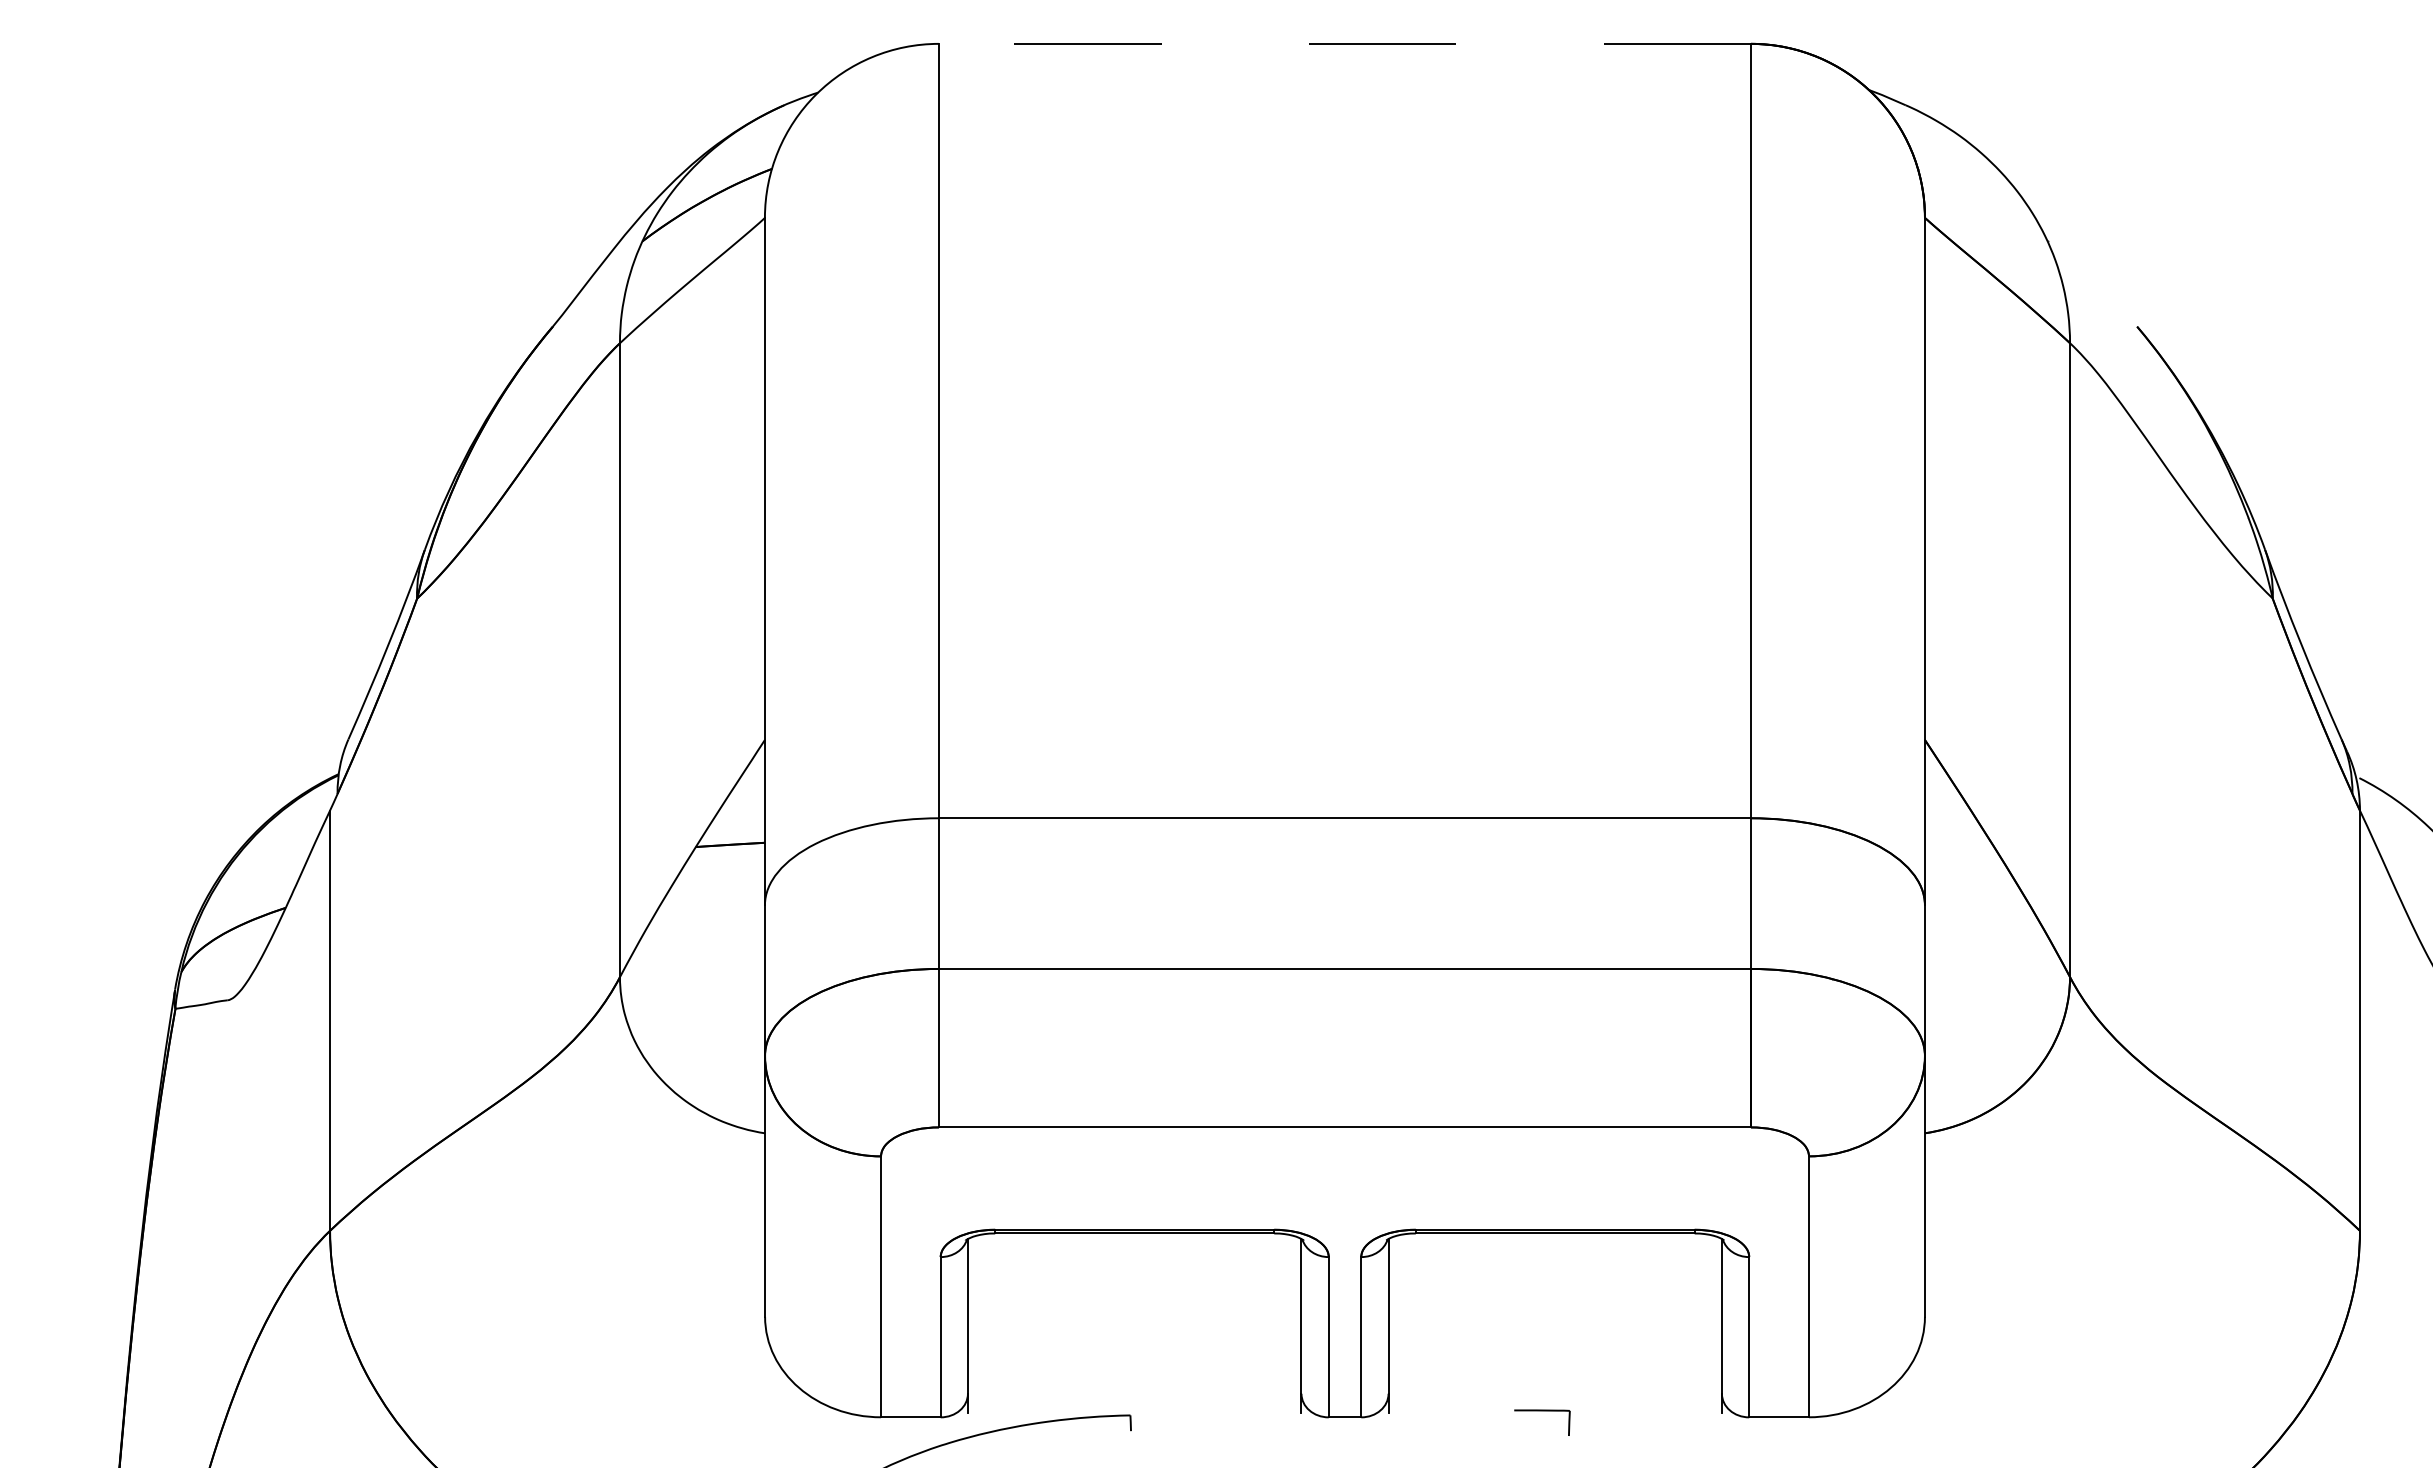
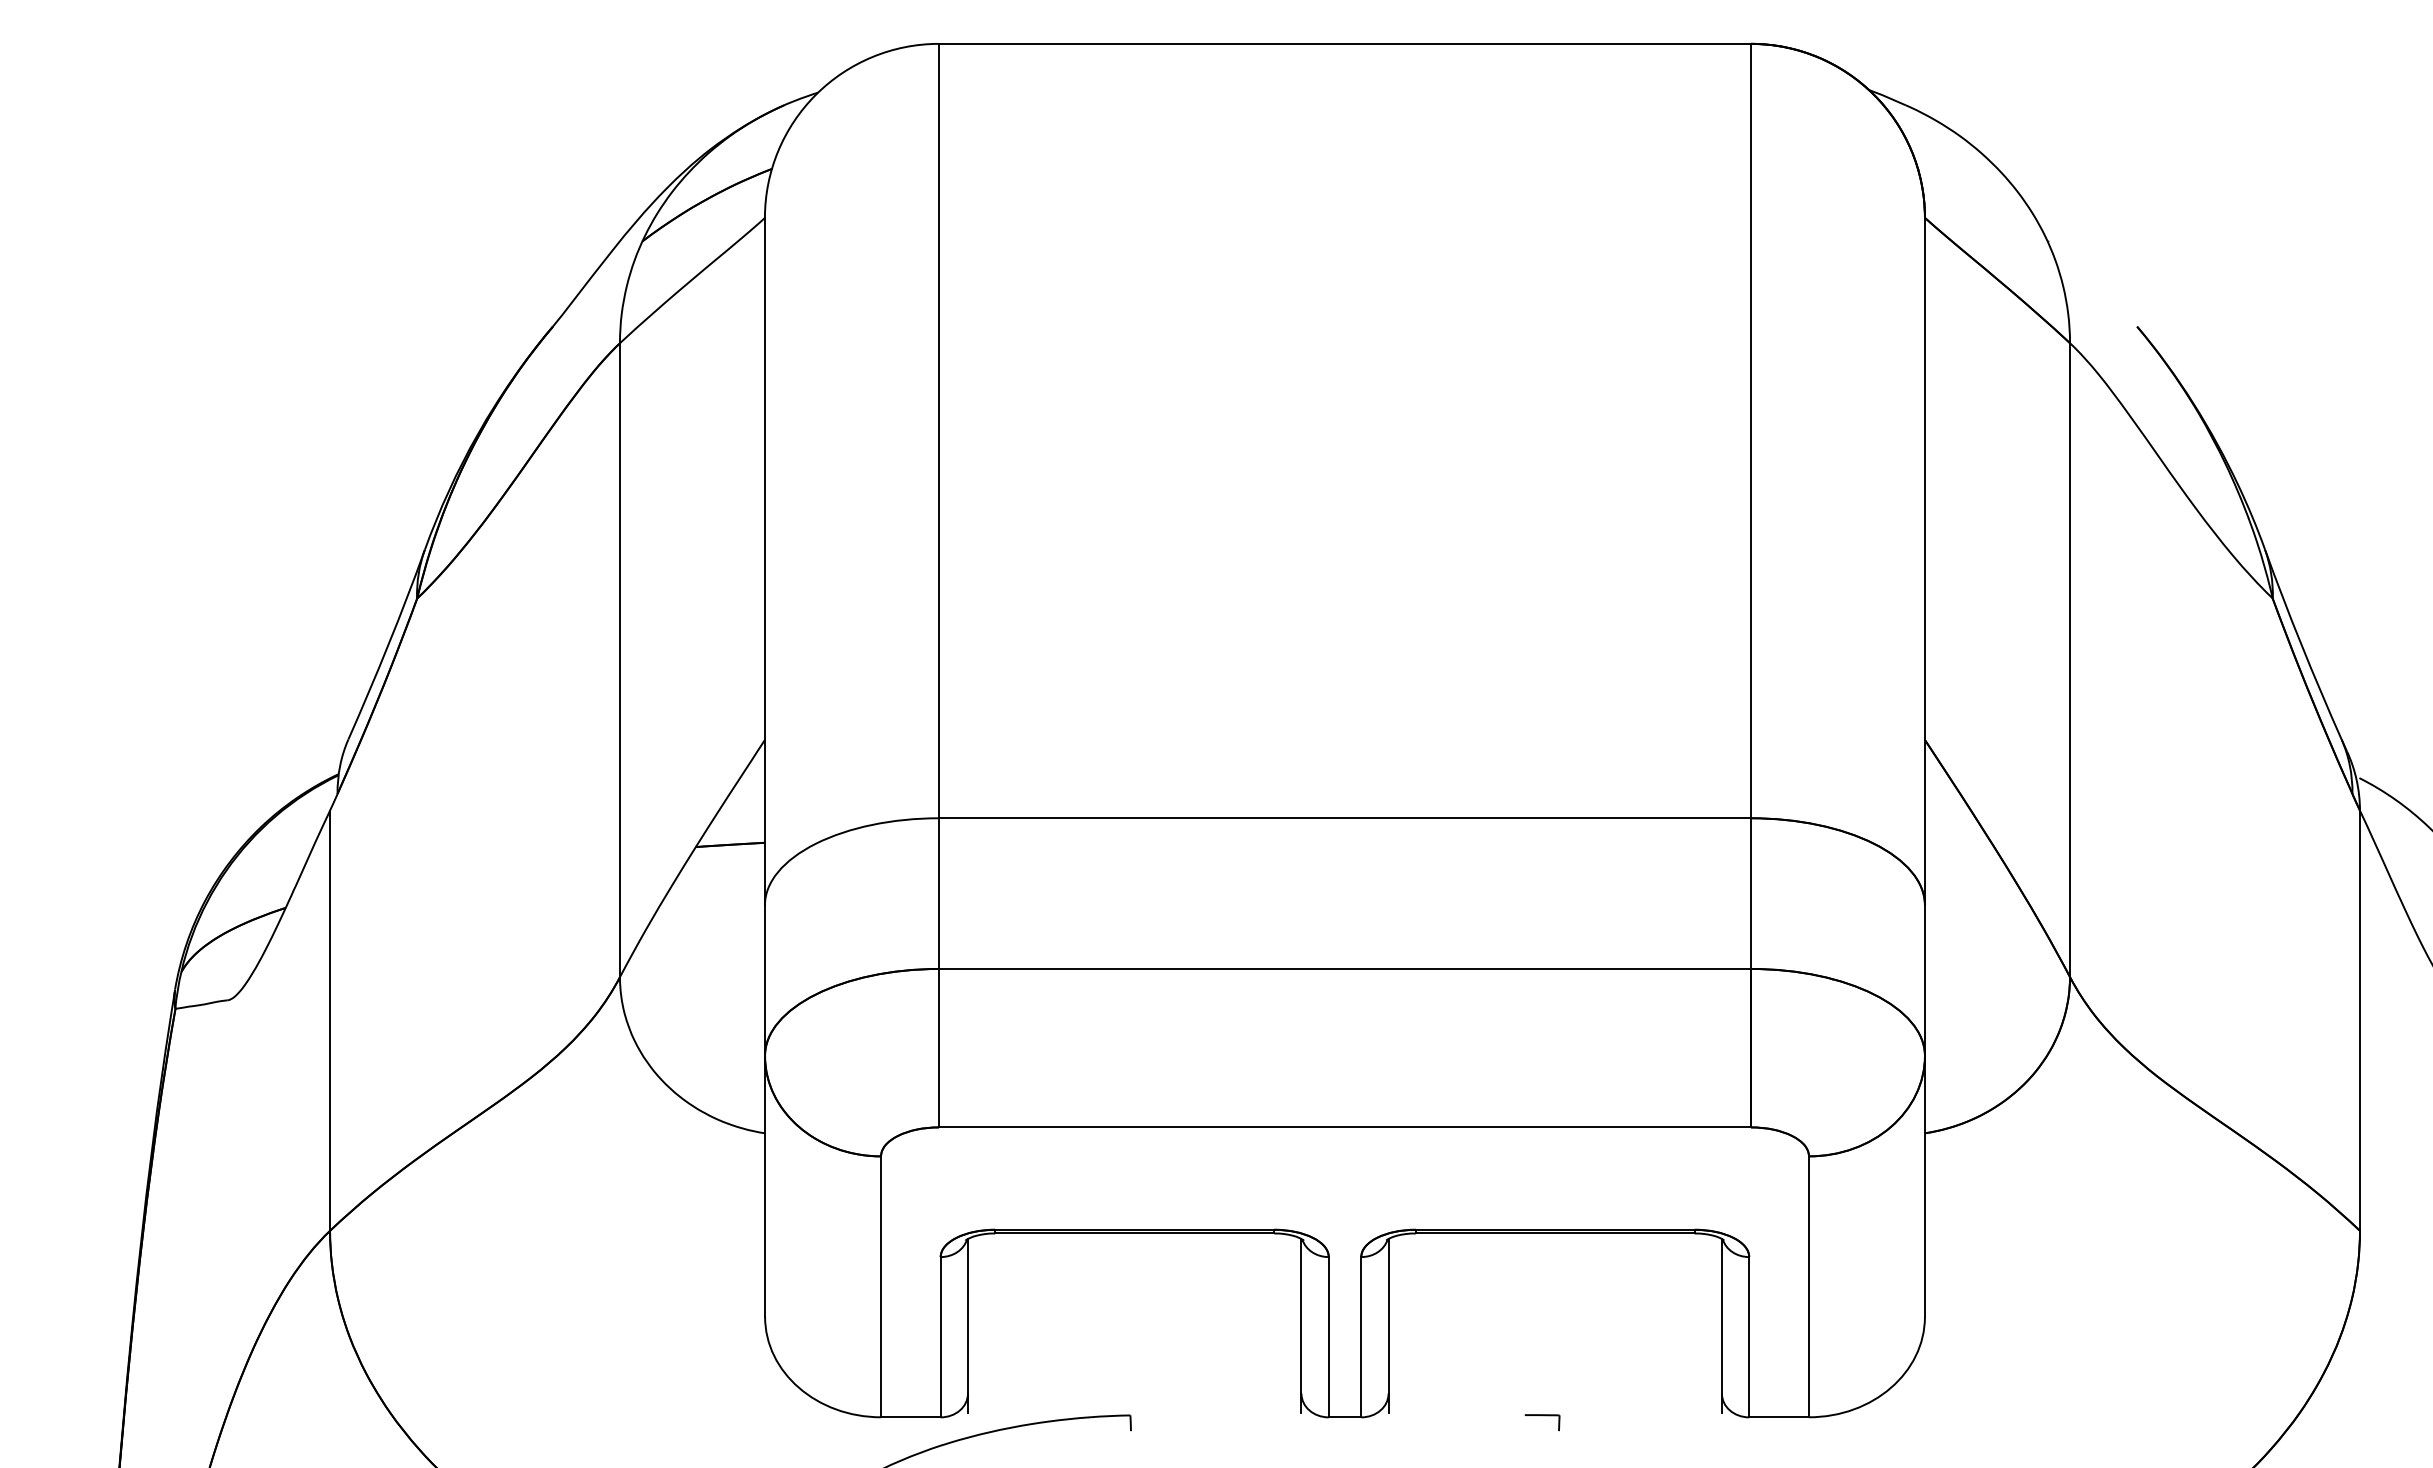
line at (1344, 43): dashed -> solid
part at (1542, 1422) size: 57x27 px -> 37x18 px
